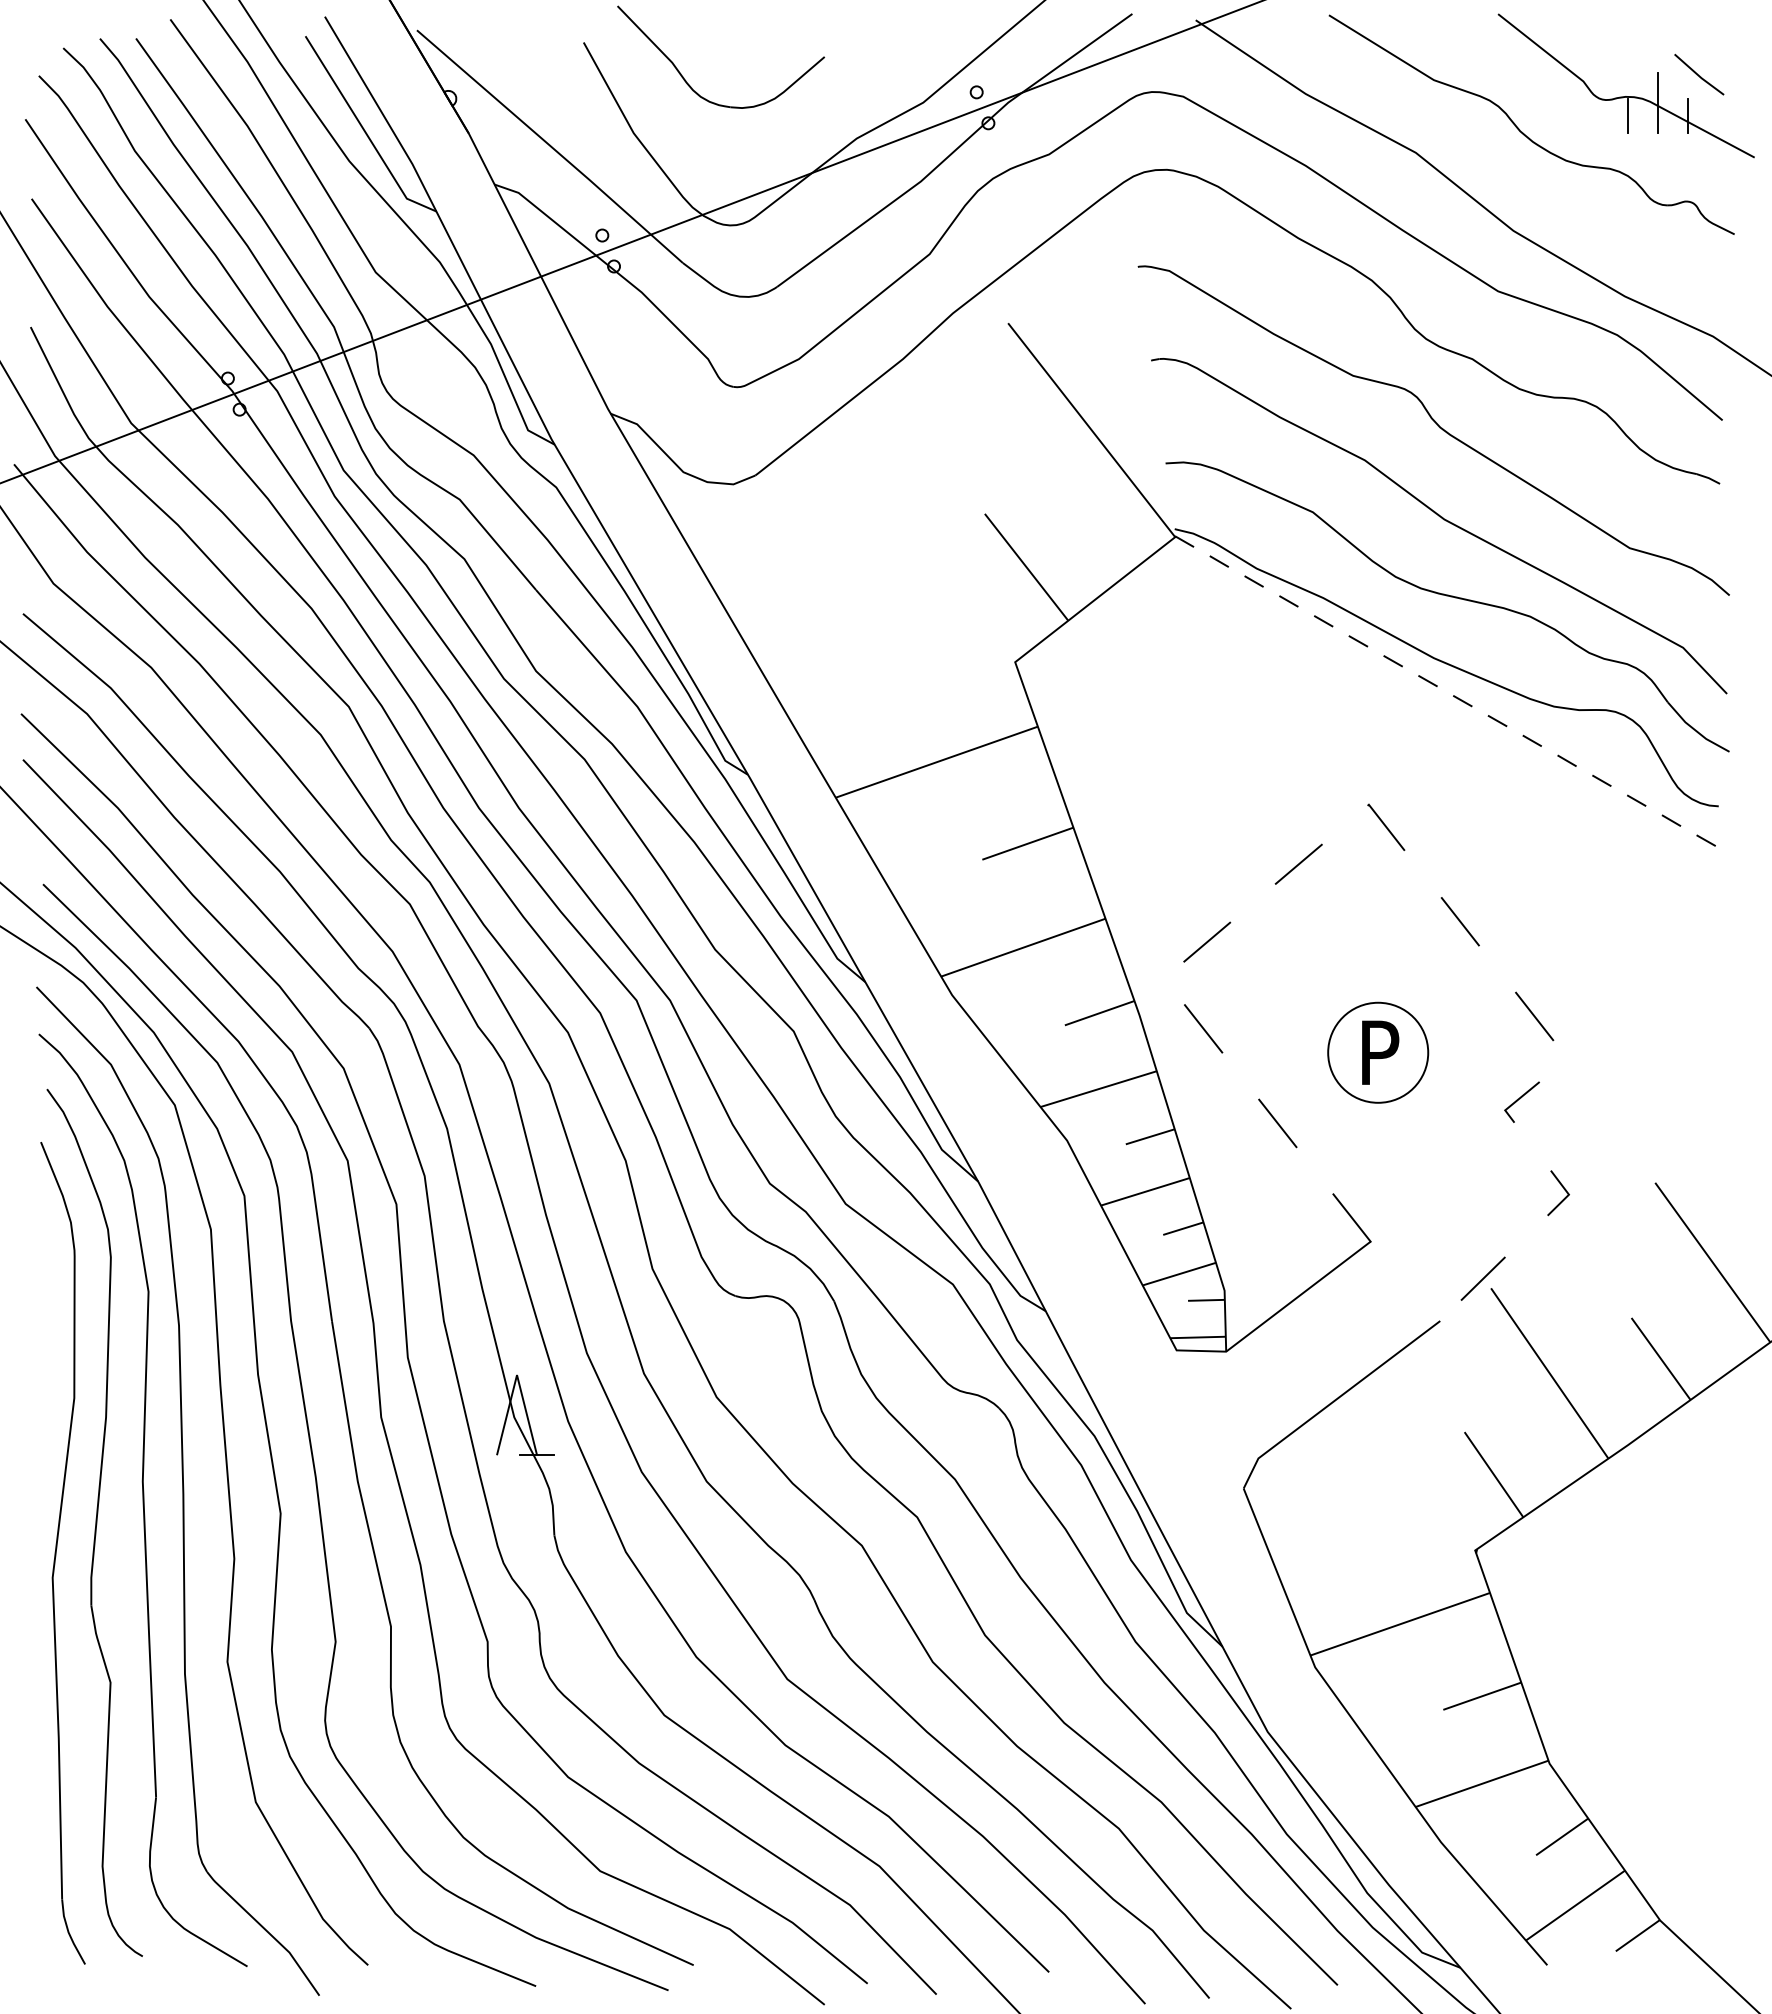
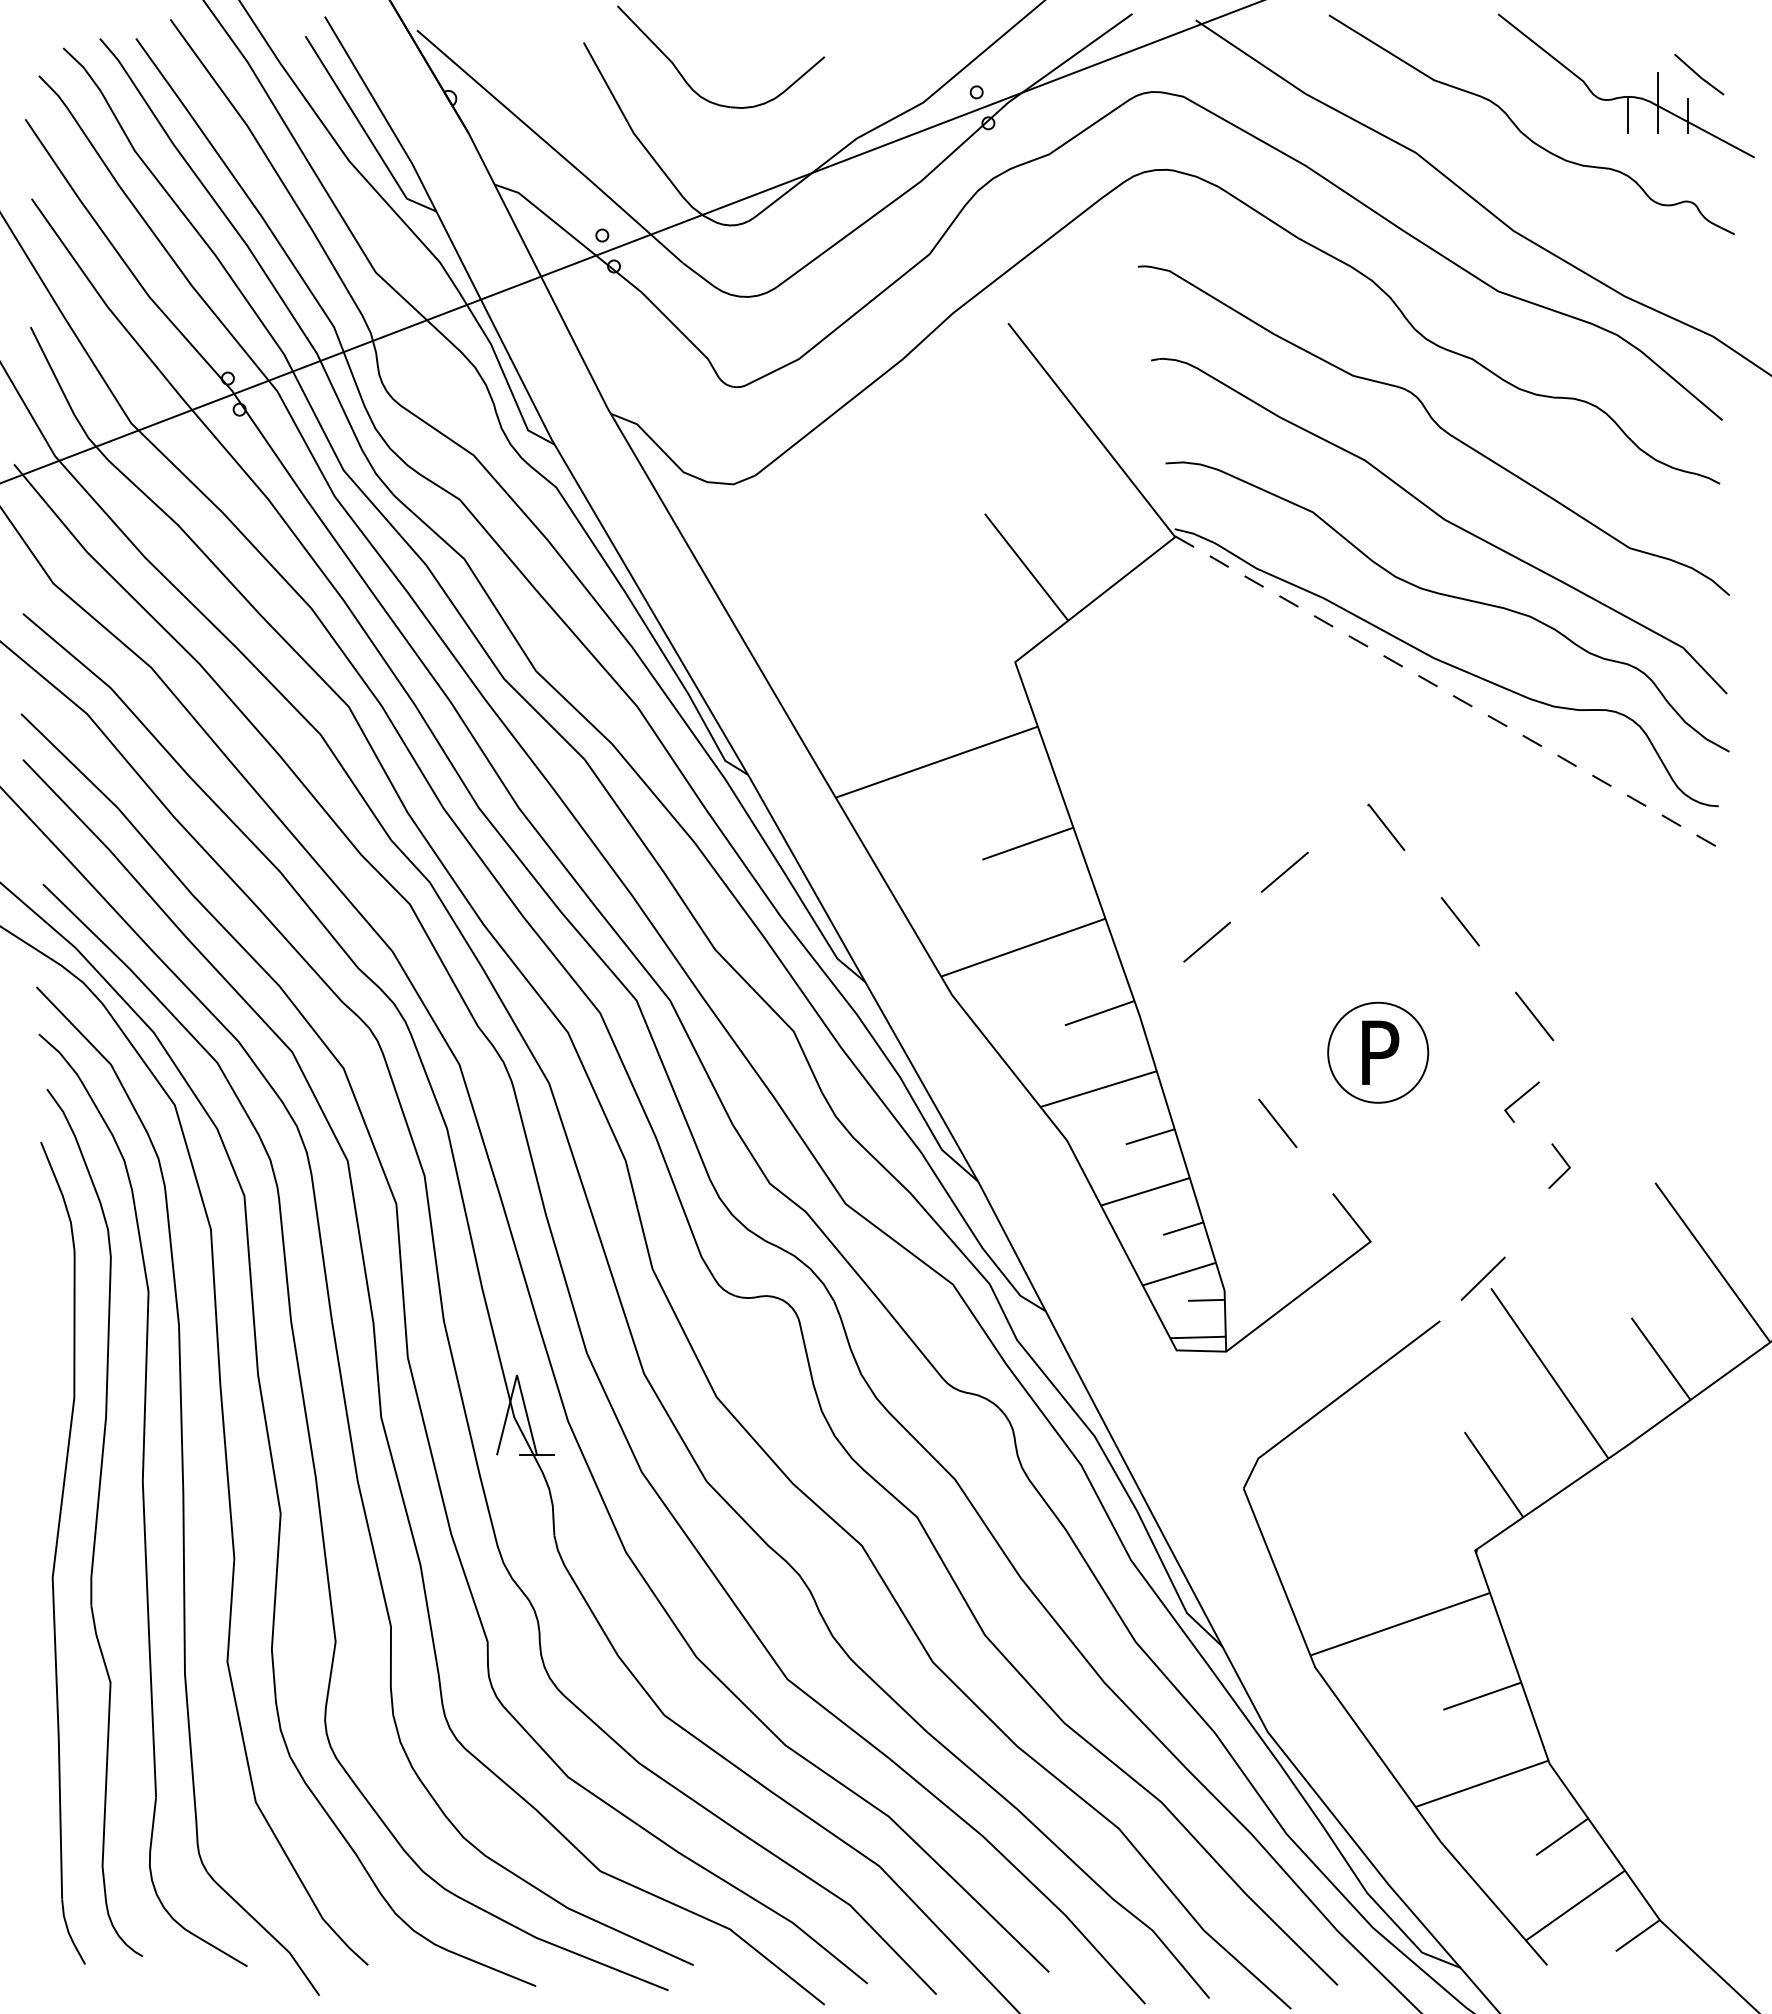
line at (1298, 863) position: (1298, 863) -> (1284, 871)
line at (1203, 1028): present -> none
line at (1563, 1189) position: (1563, 1189) -> (1564, 1162)
